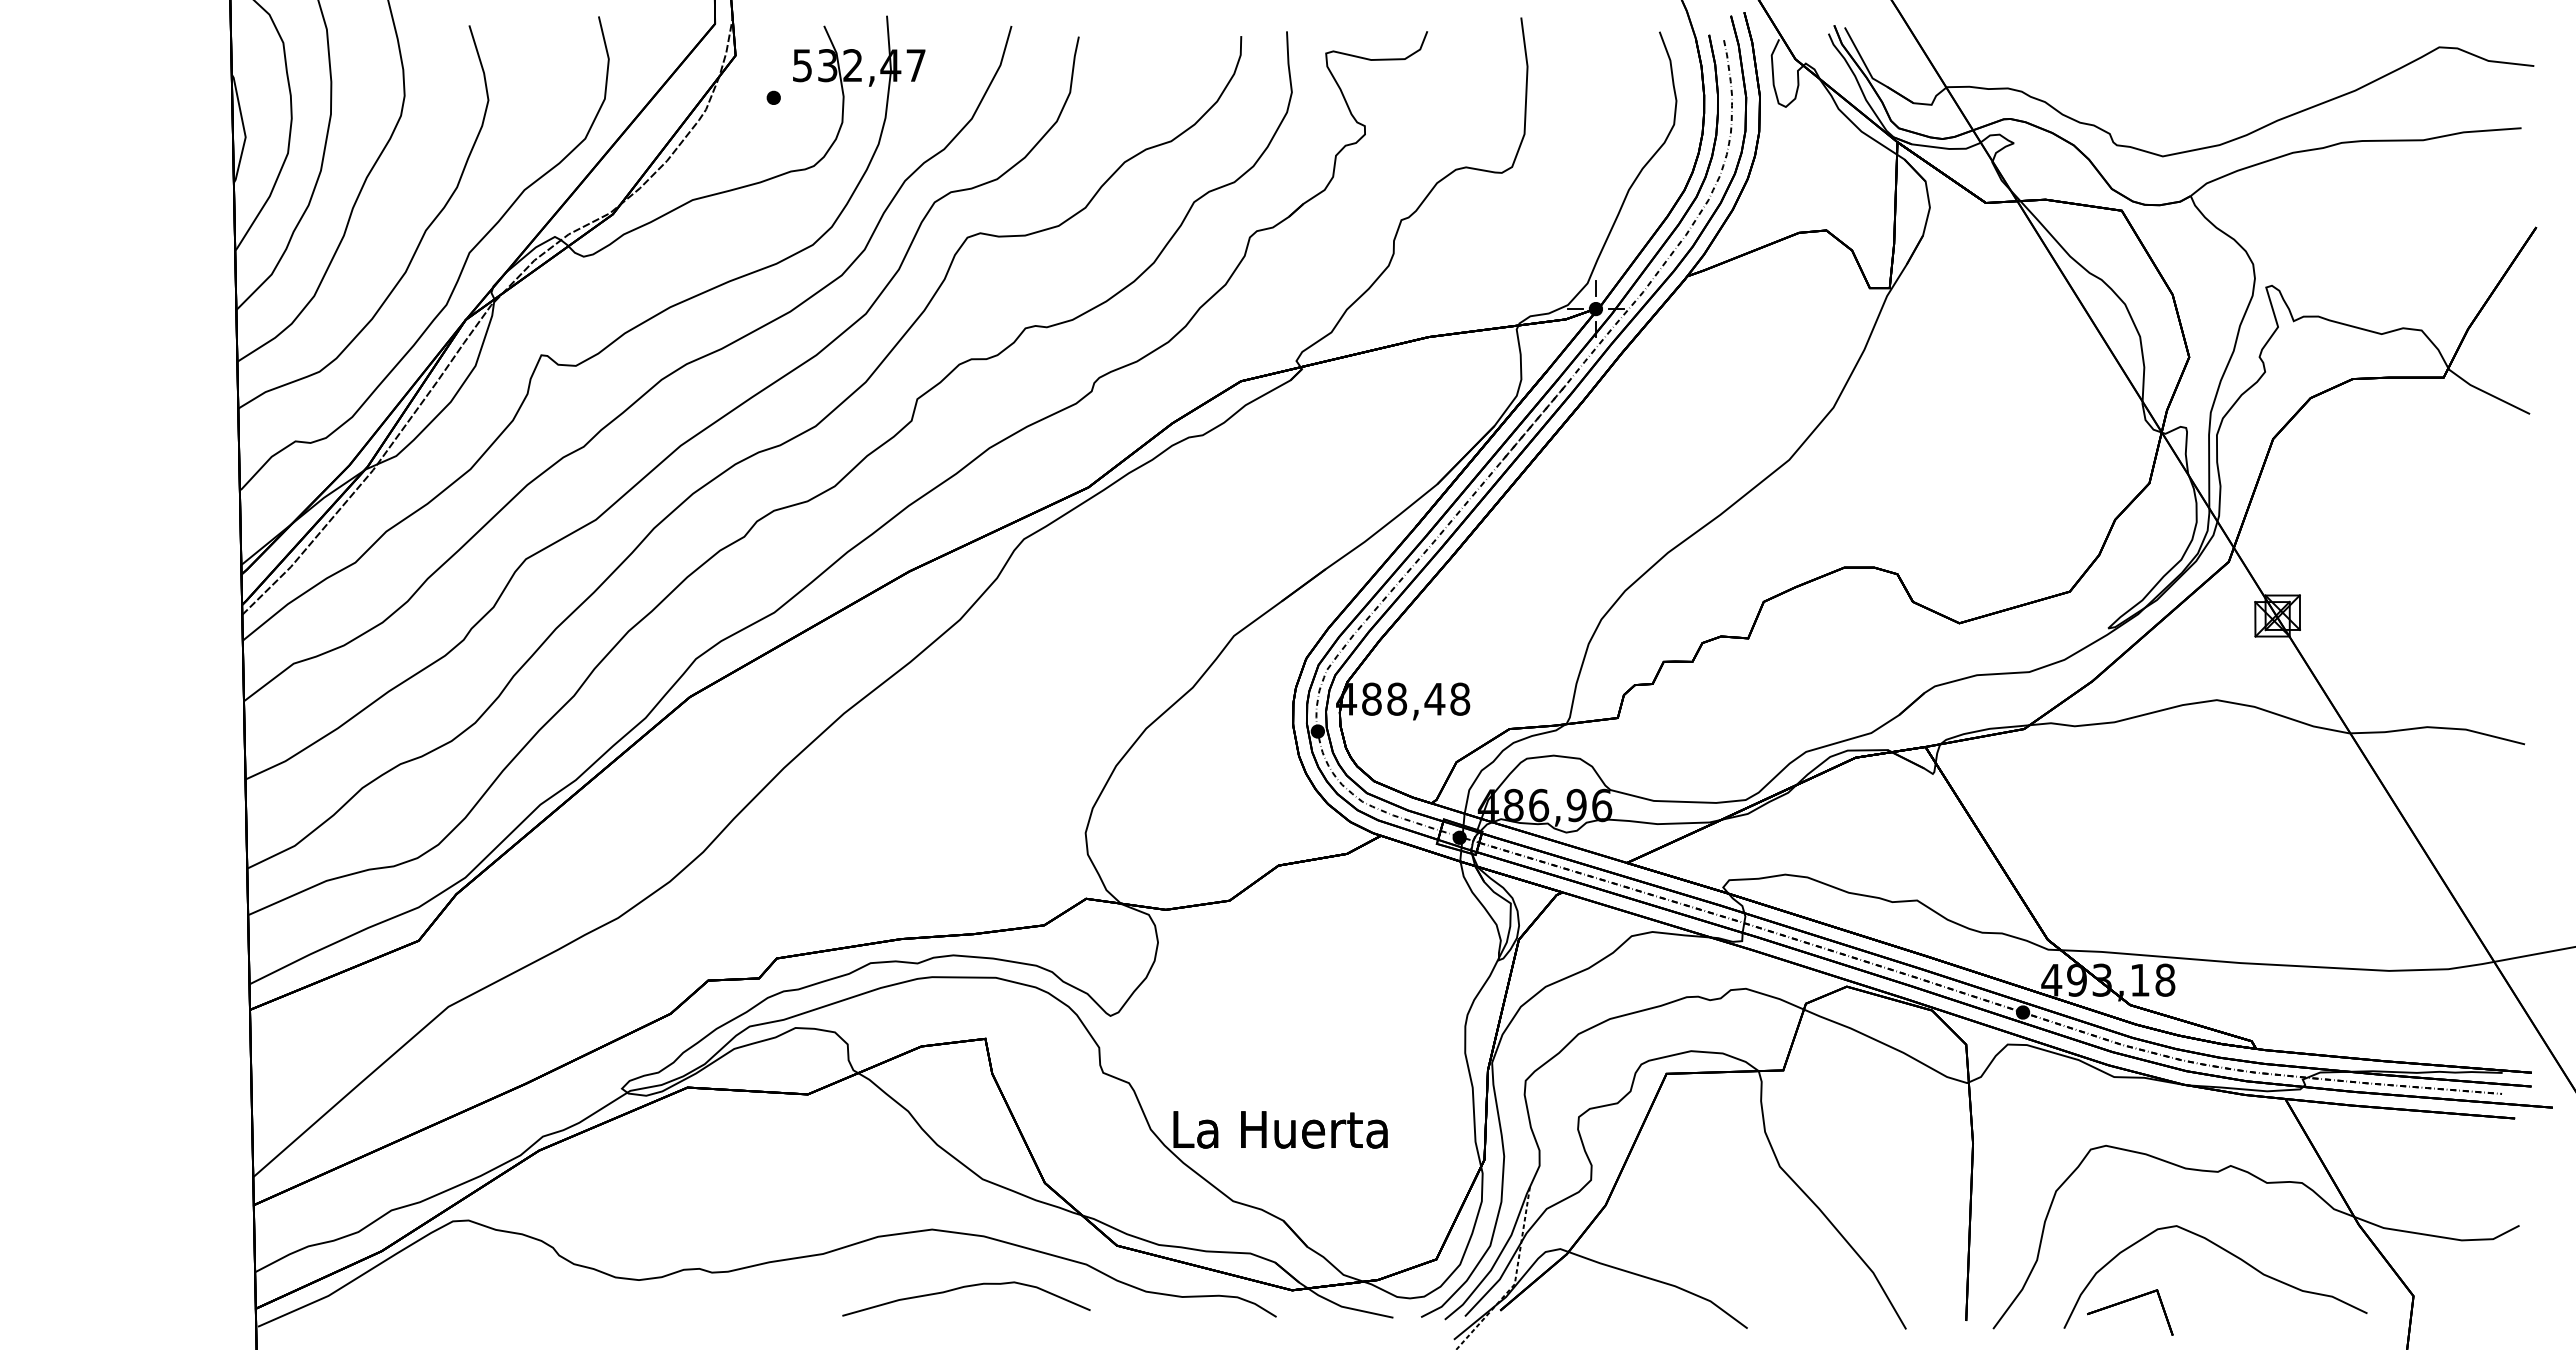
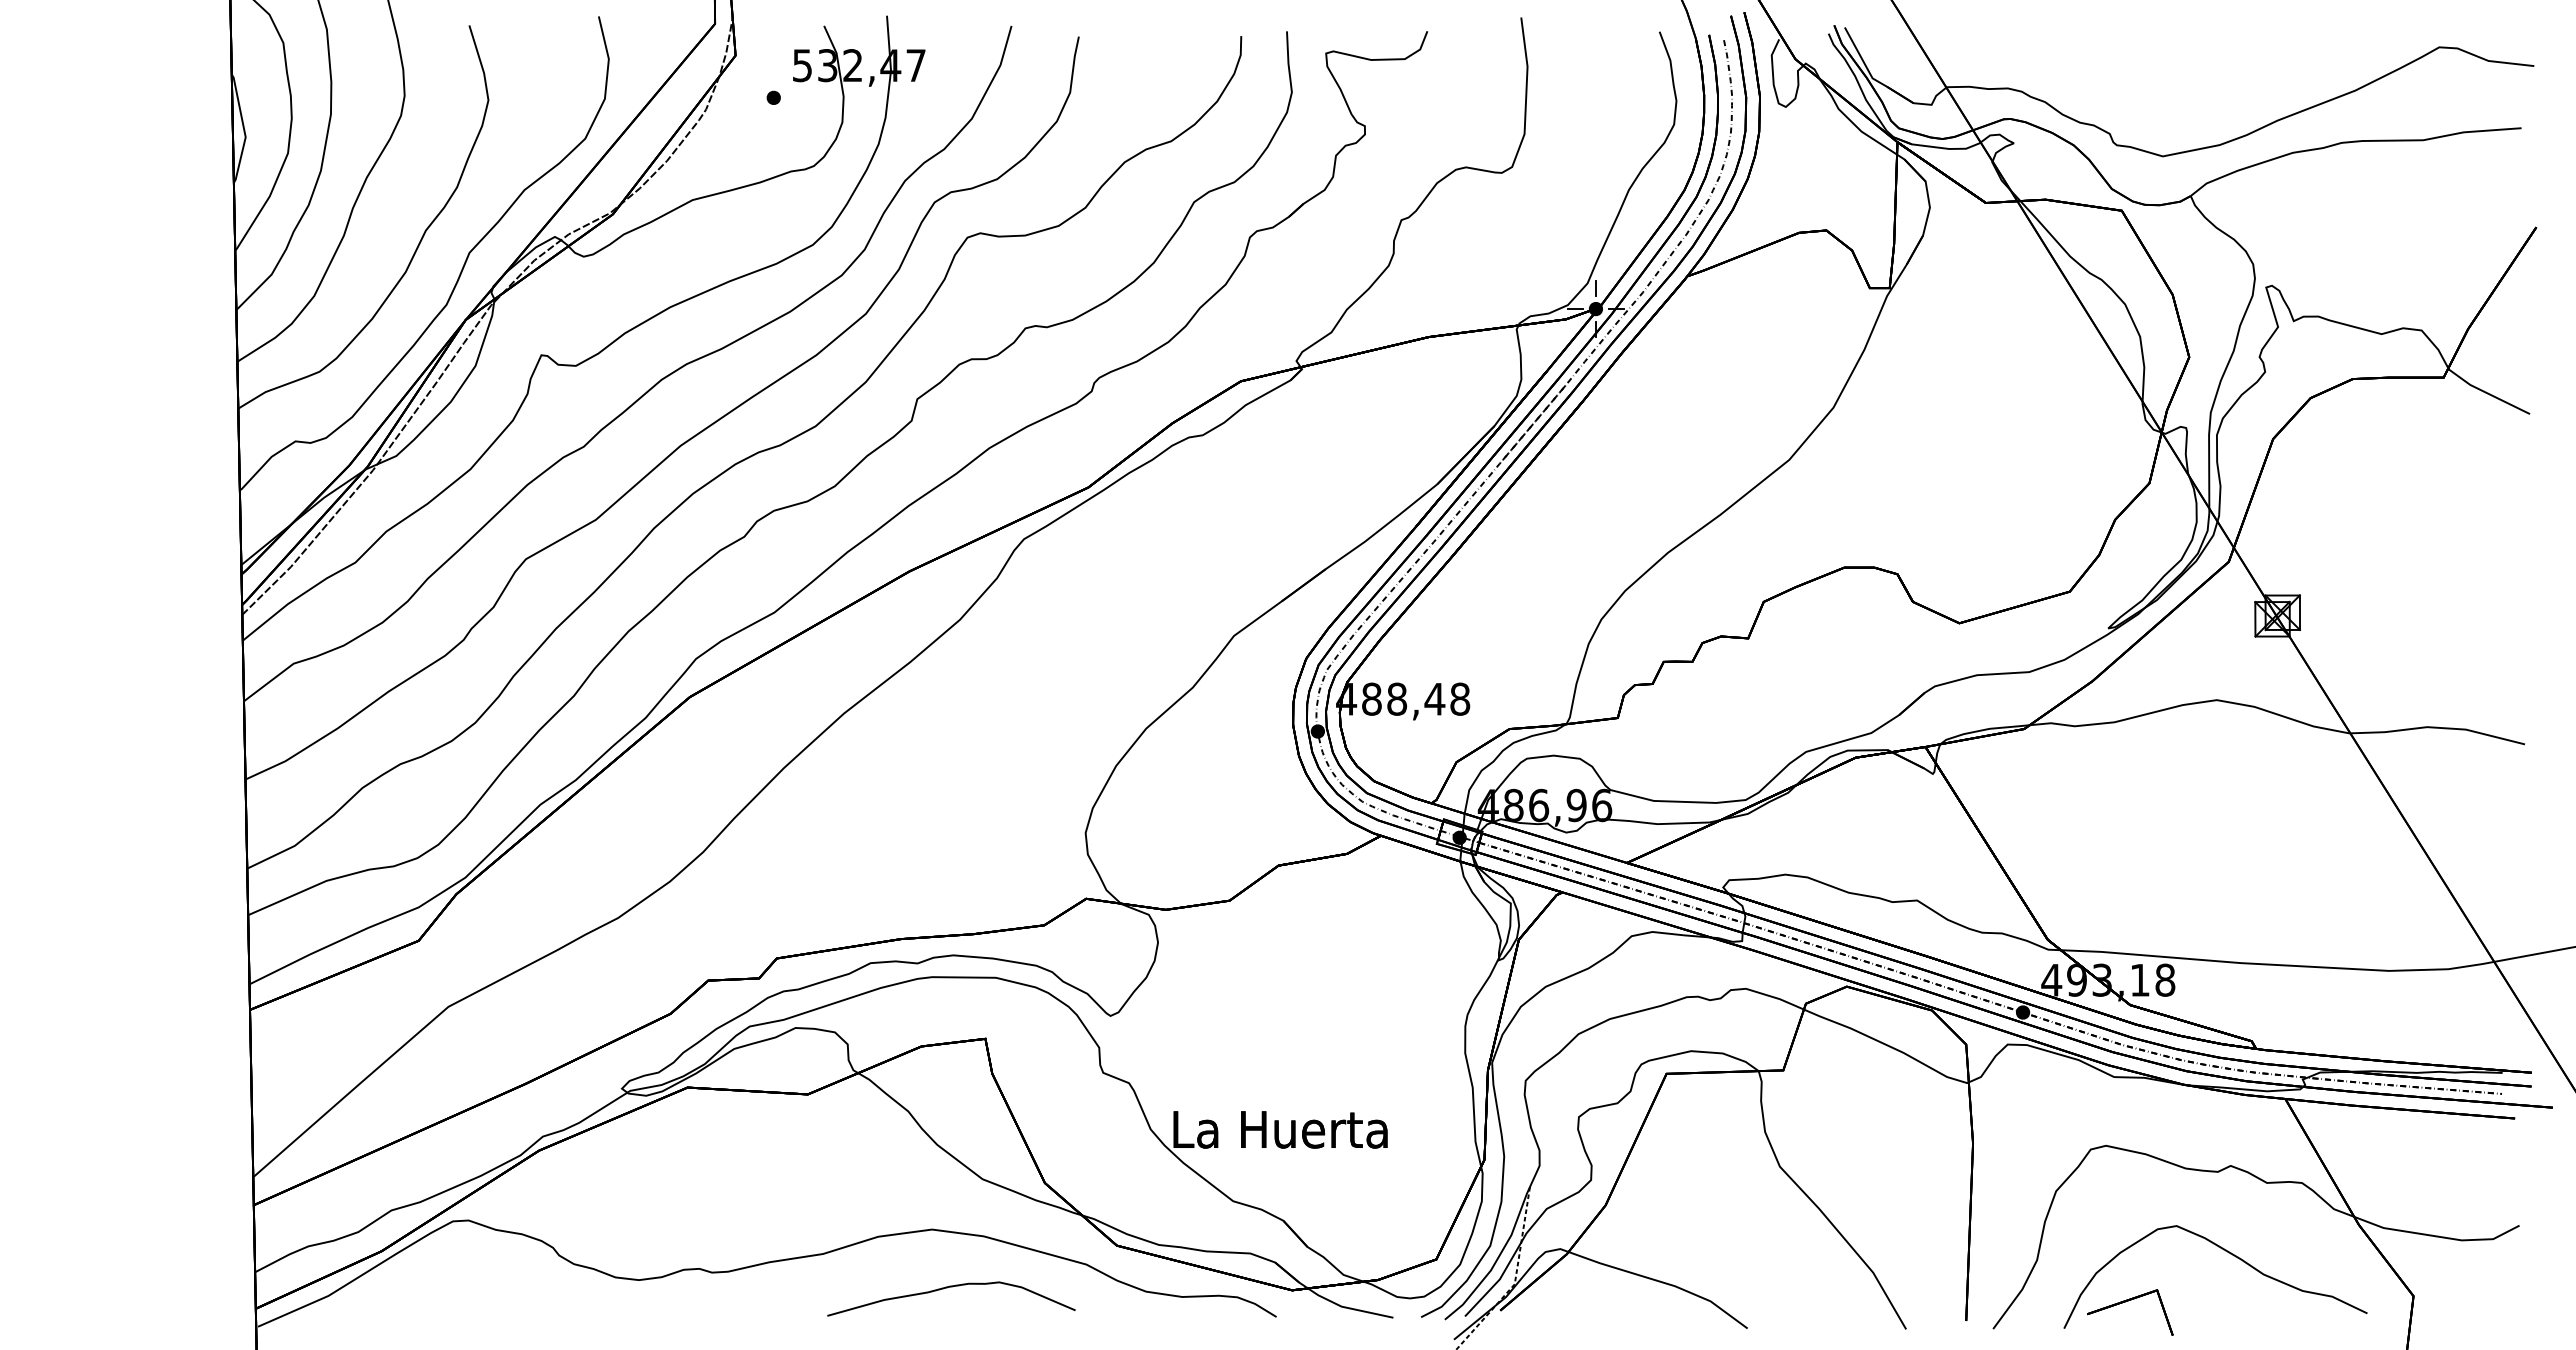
curve at (962, 1288) position: (962, 1288) -> (947, 1288)
